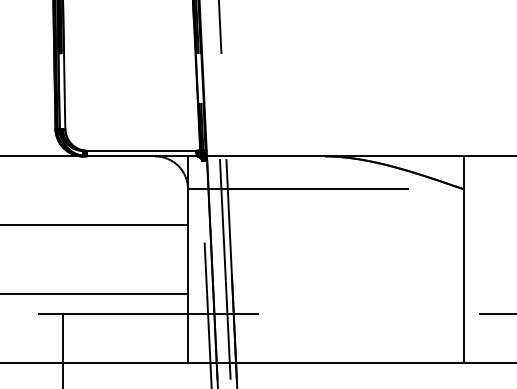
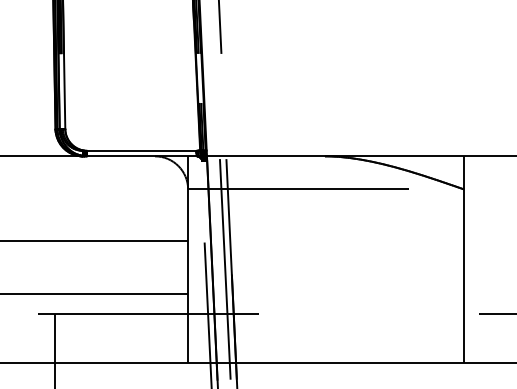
line at (95, 225) position: (95, 225) -> (95, 241)
line at (62, 349) position: (62, 349) -> (54, 349)
